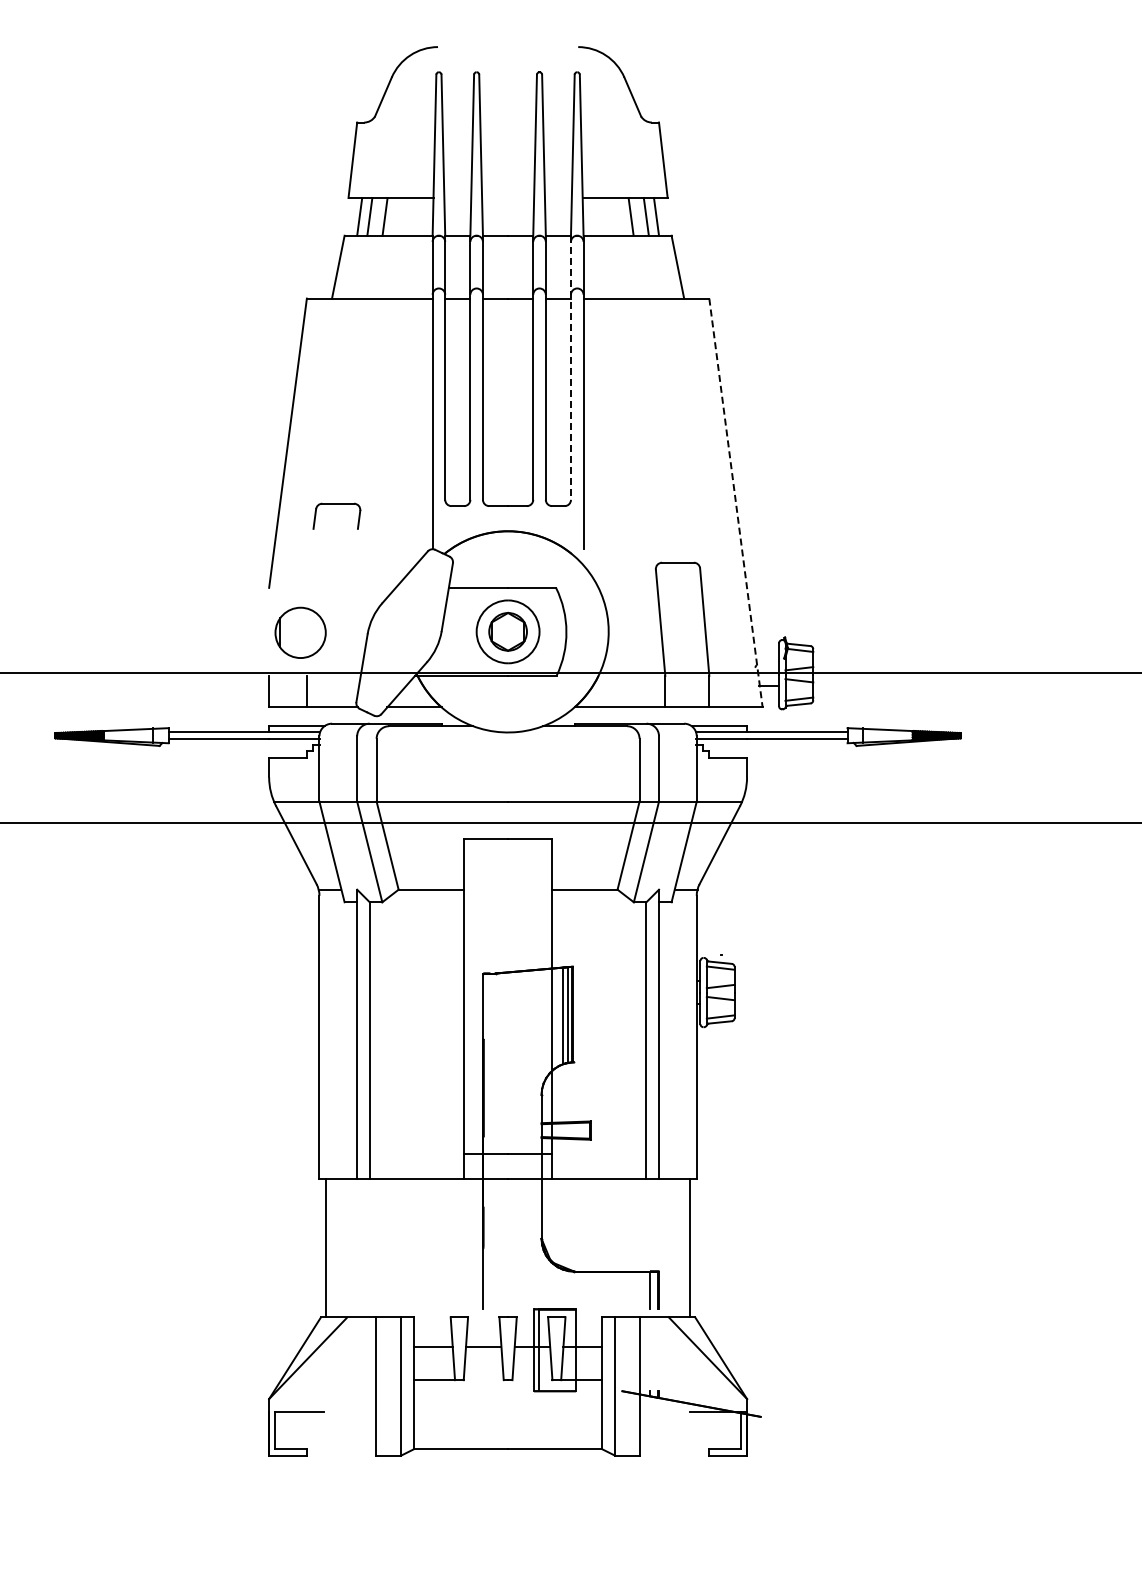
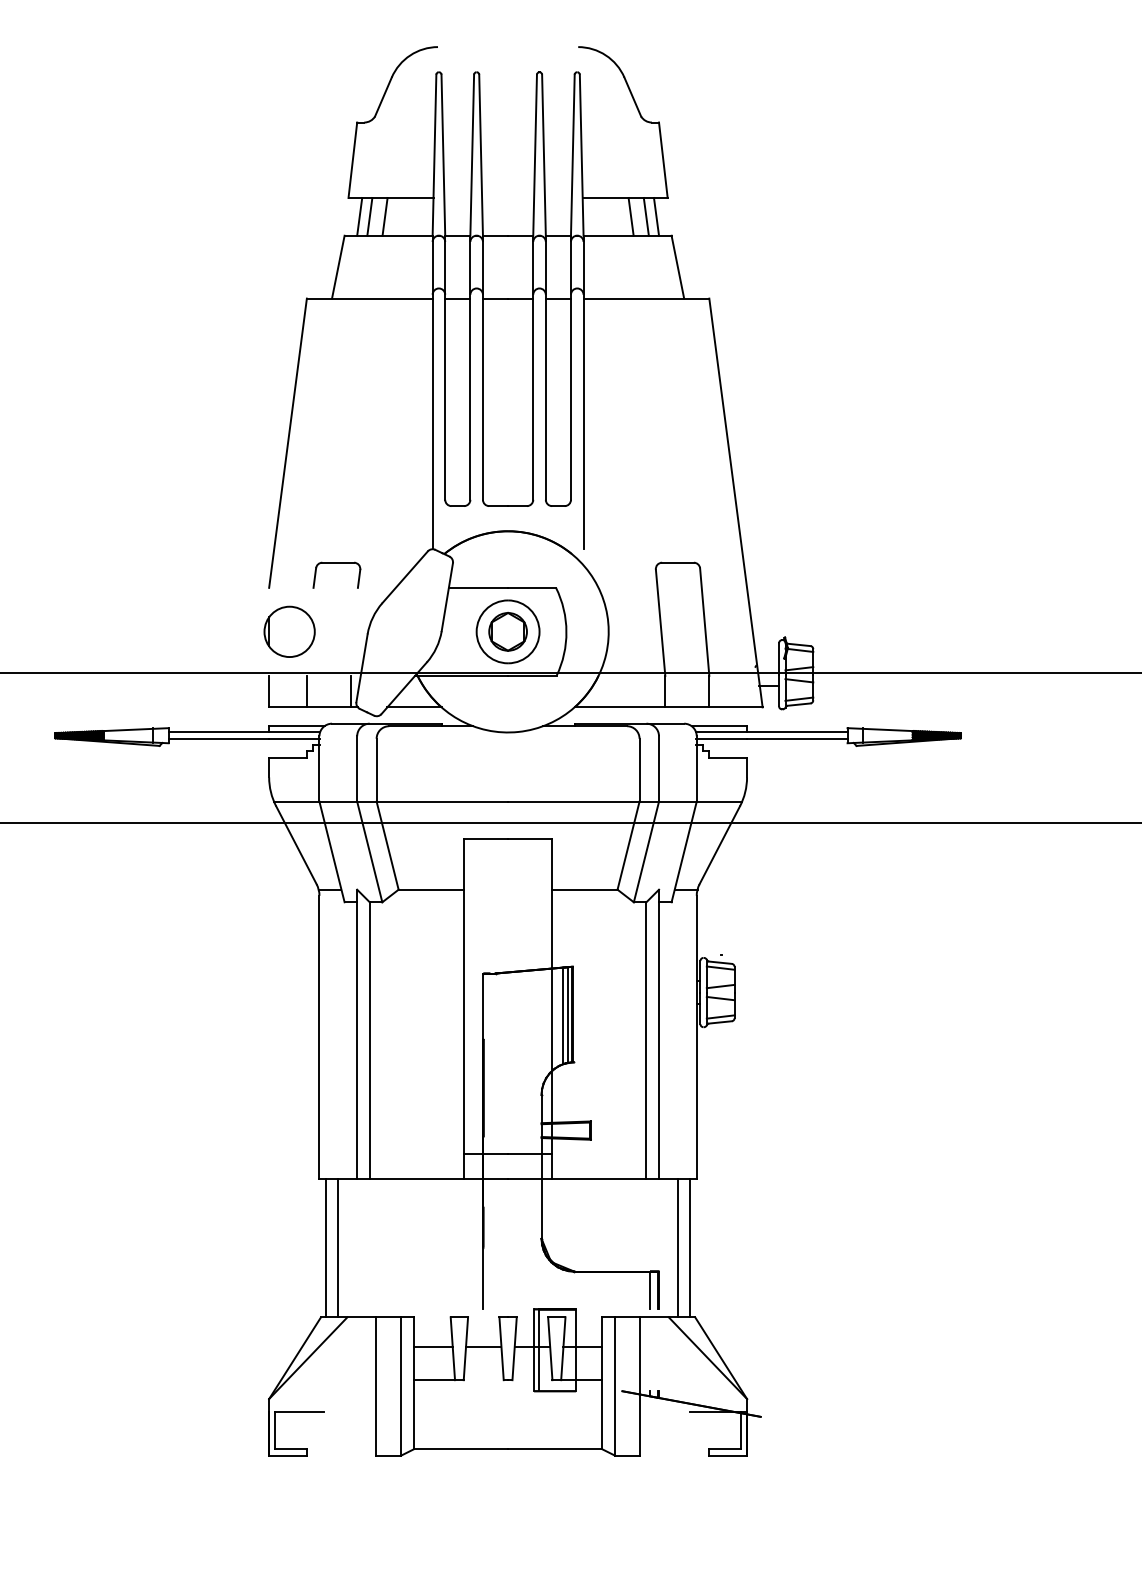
line at (570, 368): dashed -> solid
line at (736, 503): dashed -> solid
part at (336, 504) position: (336, 504) -> (336, 563)
part at (300, 632) position: (300, 632) -> (289, 631)
line at (350, 691): none -> present
line at (338, 1247): none -> present
line at (677, 1247): none -> present
